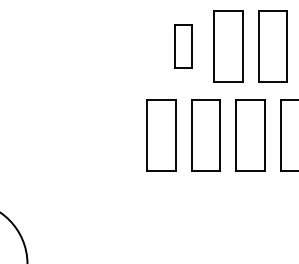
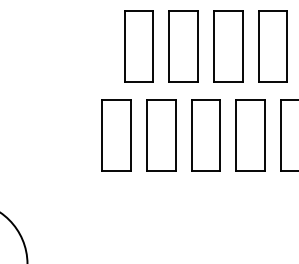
part at (138, 46): none -> present
part at (183, 46) size: 19x45 px -> 31x73 px
part at (116, 135): none -> present
